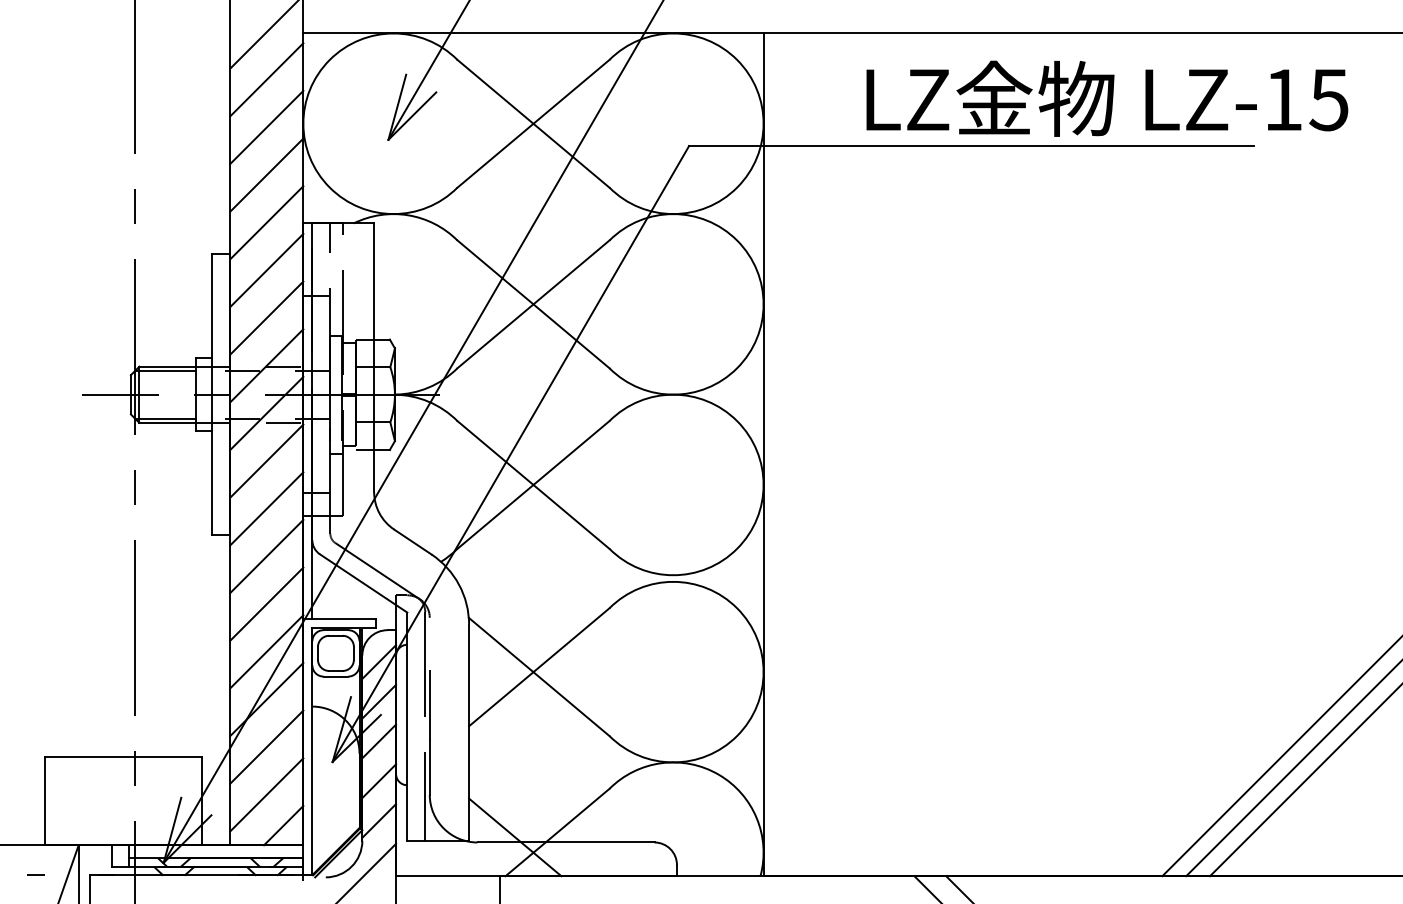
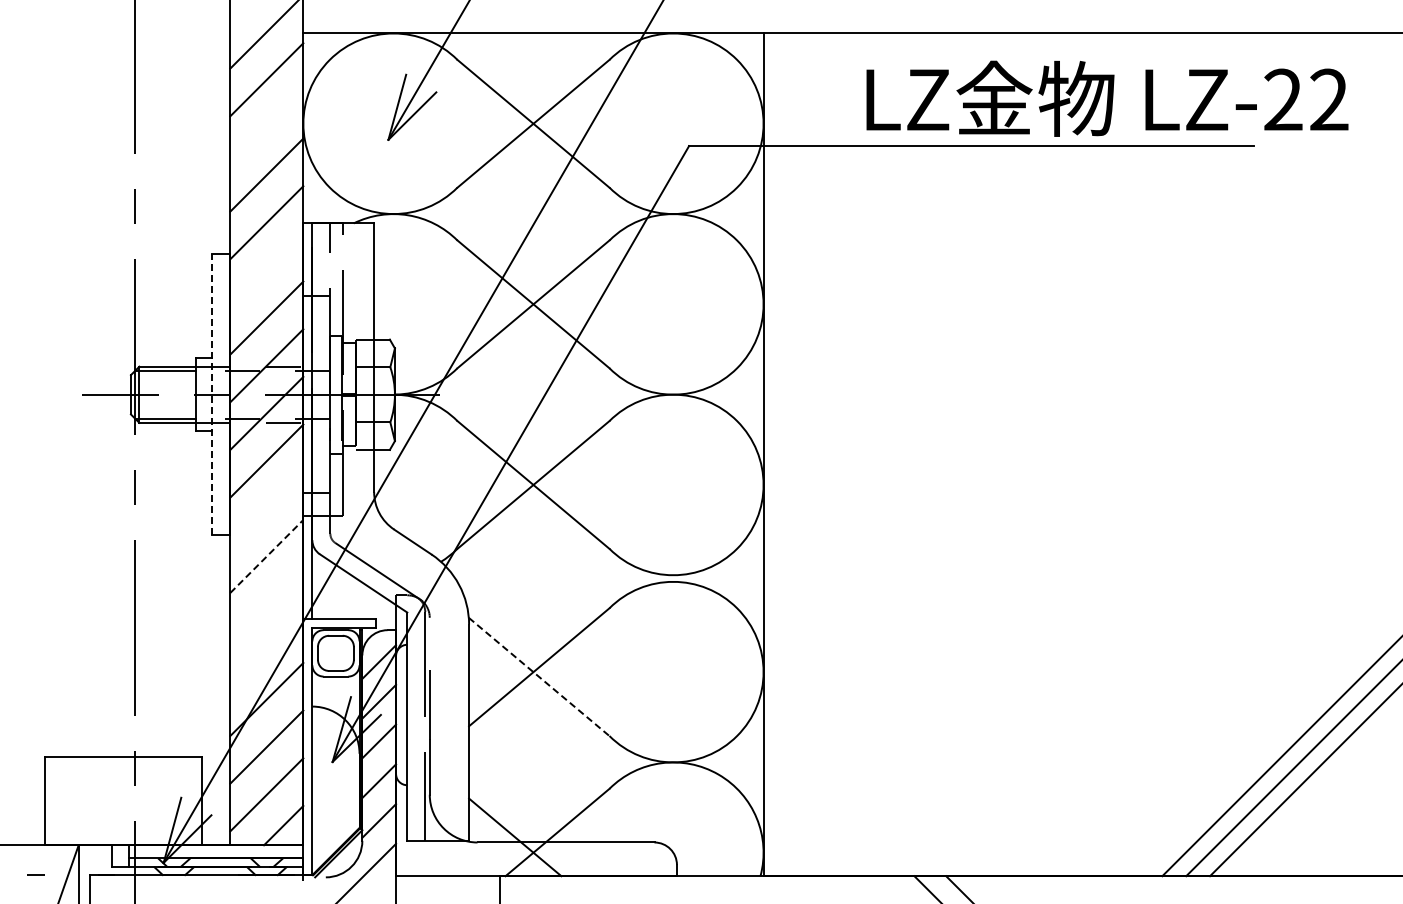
text at (1306, 99): LZ-15 -> LZ-22
line at (266, 126): present -> none
line at (266, 269): present -> none
line at (212, 394): solid -> dashed
line at (266, 508): present -> none
line at (266, 556): solid -> dashed
line at (266, 603): present -> none
line at (266, 651): present -> none
line at (539, 676): solid -> dashed
